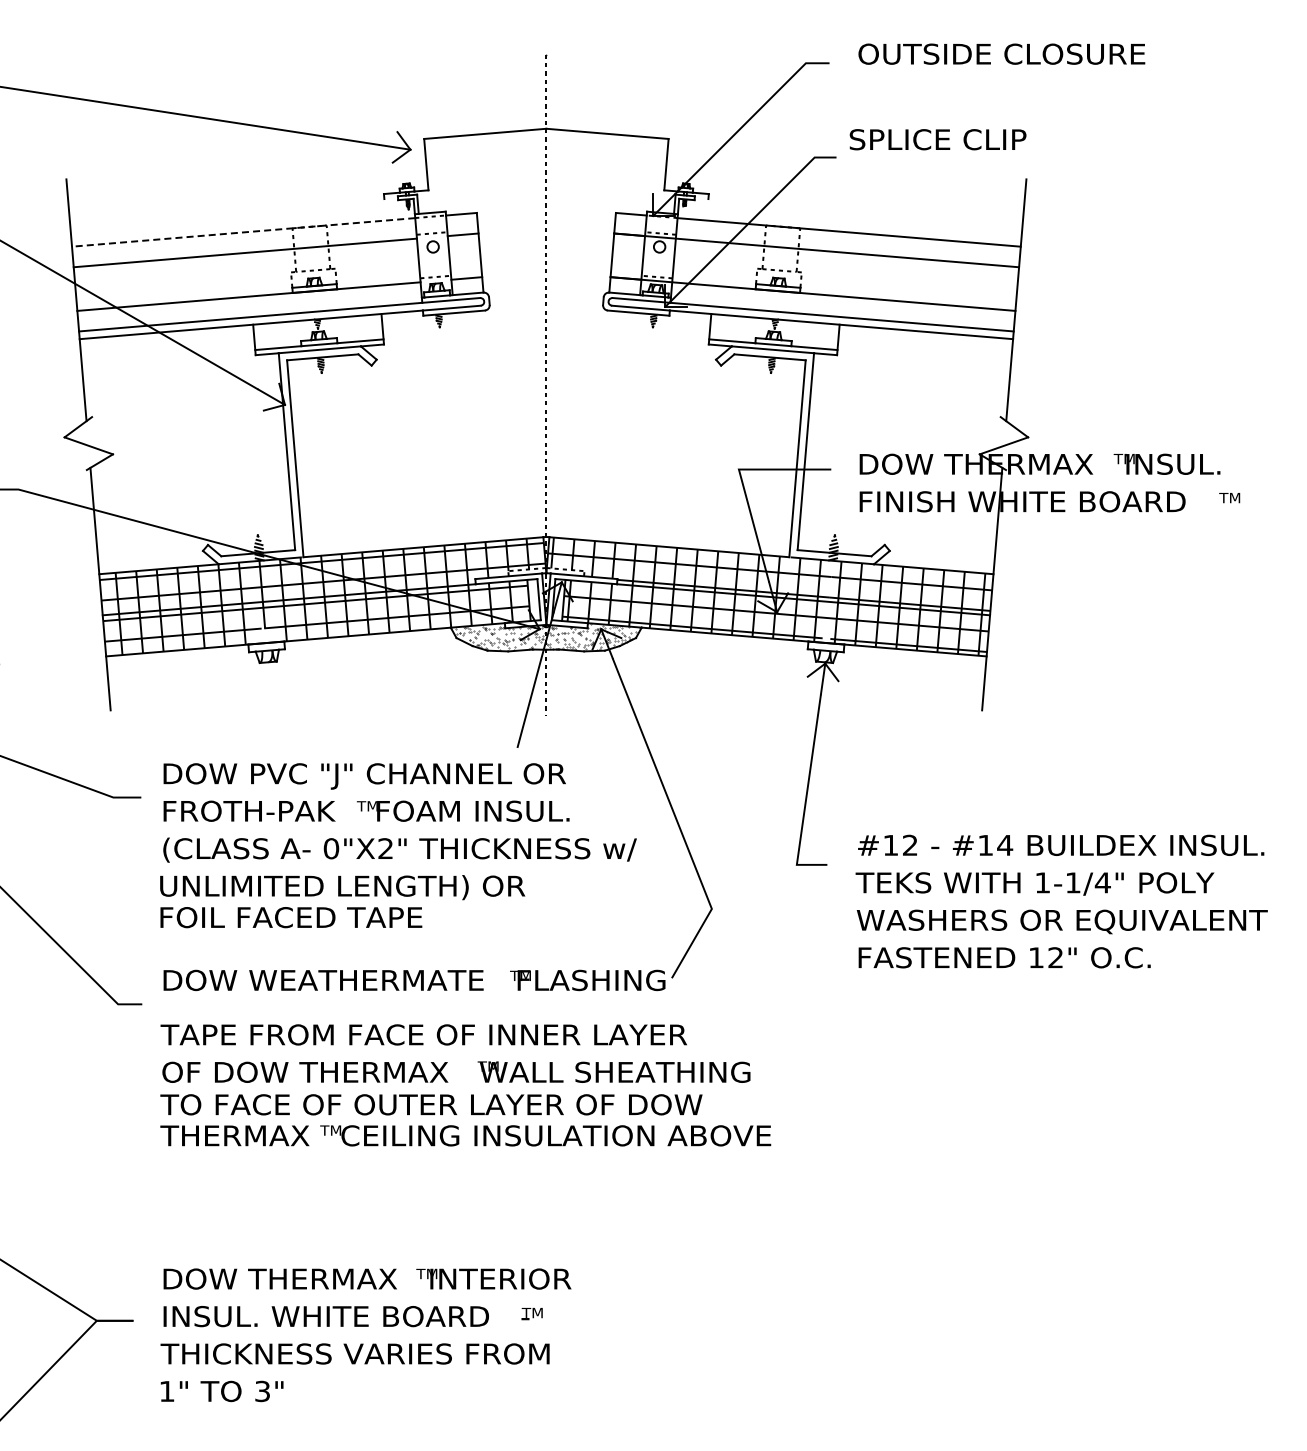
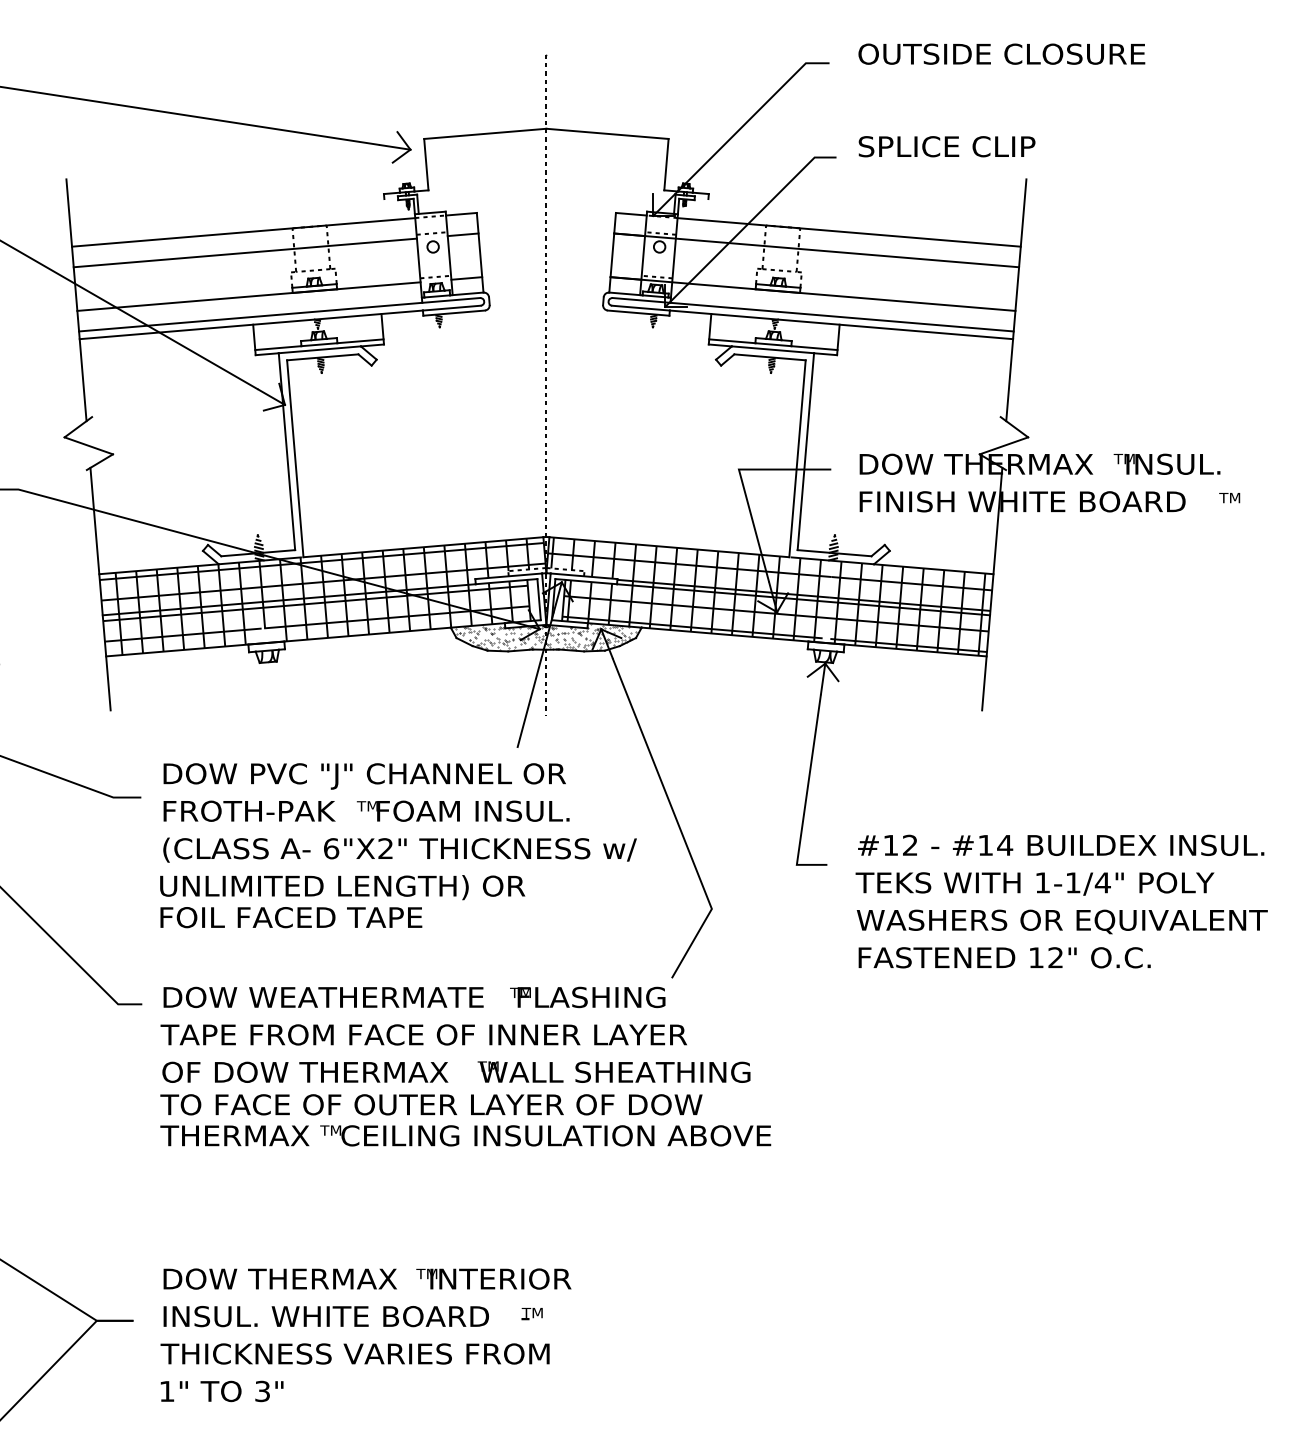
text at (937, 139) position: (937, 139) -> (946, 146)
line at (243, 232): dashed -> solid
text at (331, 848): 0"X2" -> 6"X2"
text at (414, 980) position: (414, 980) -> (414, 997)
